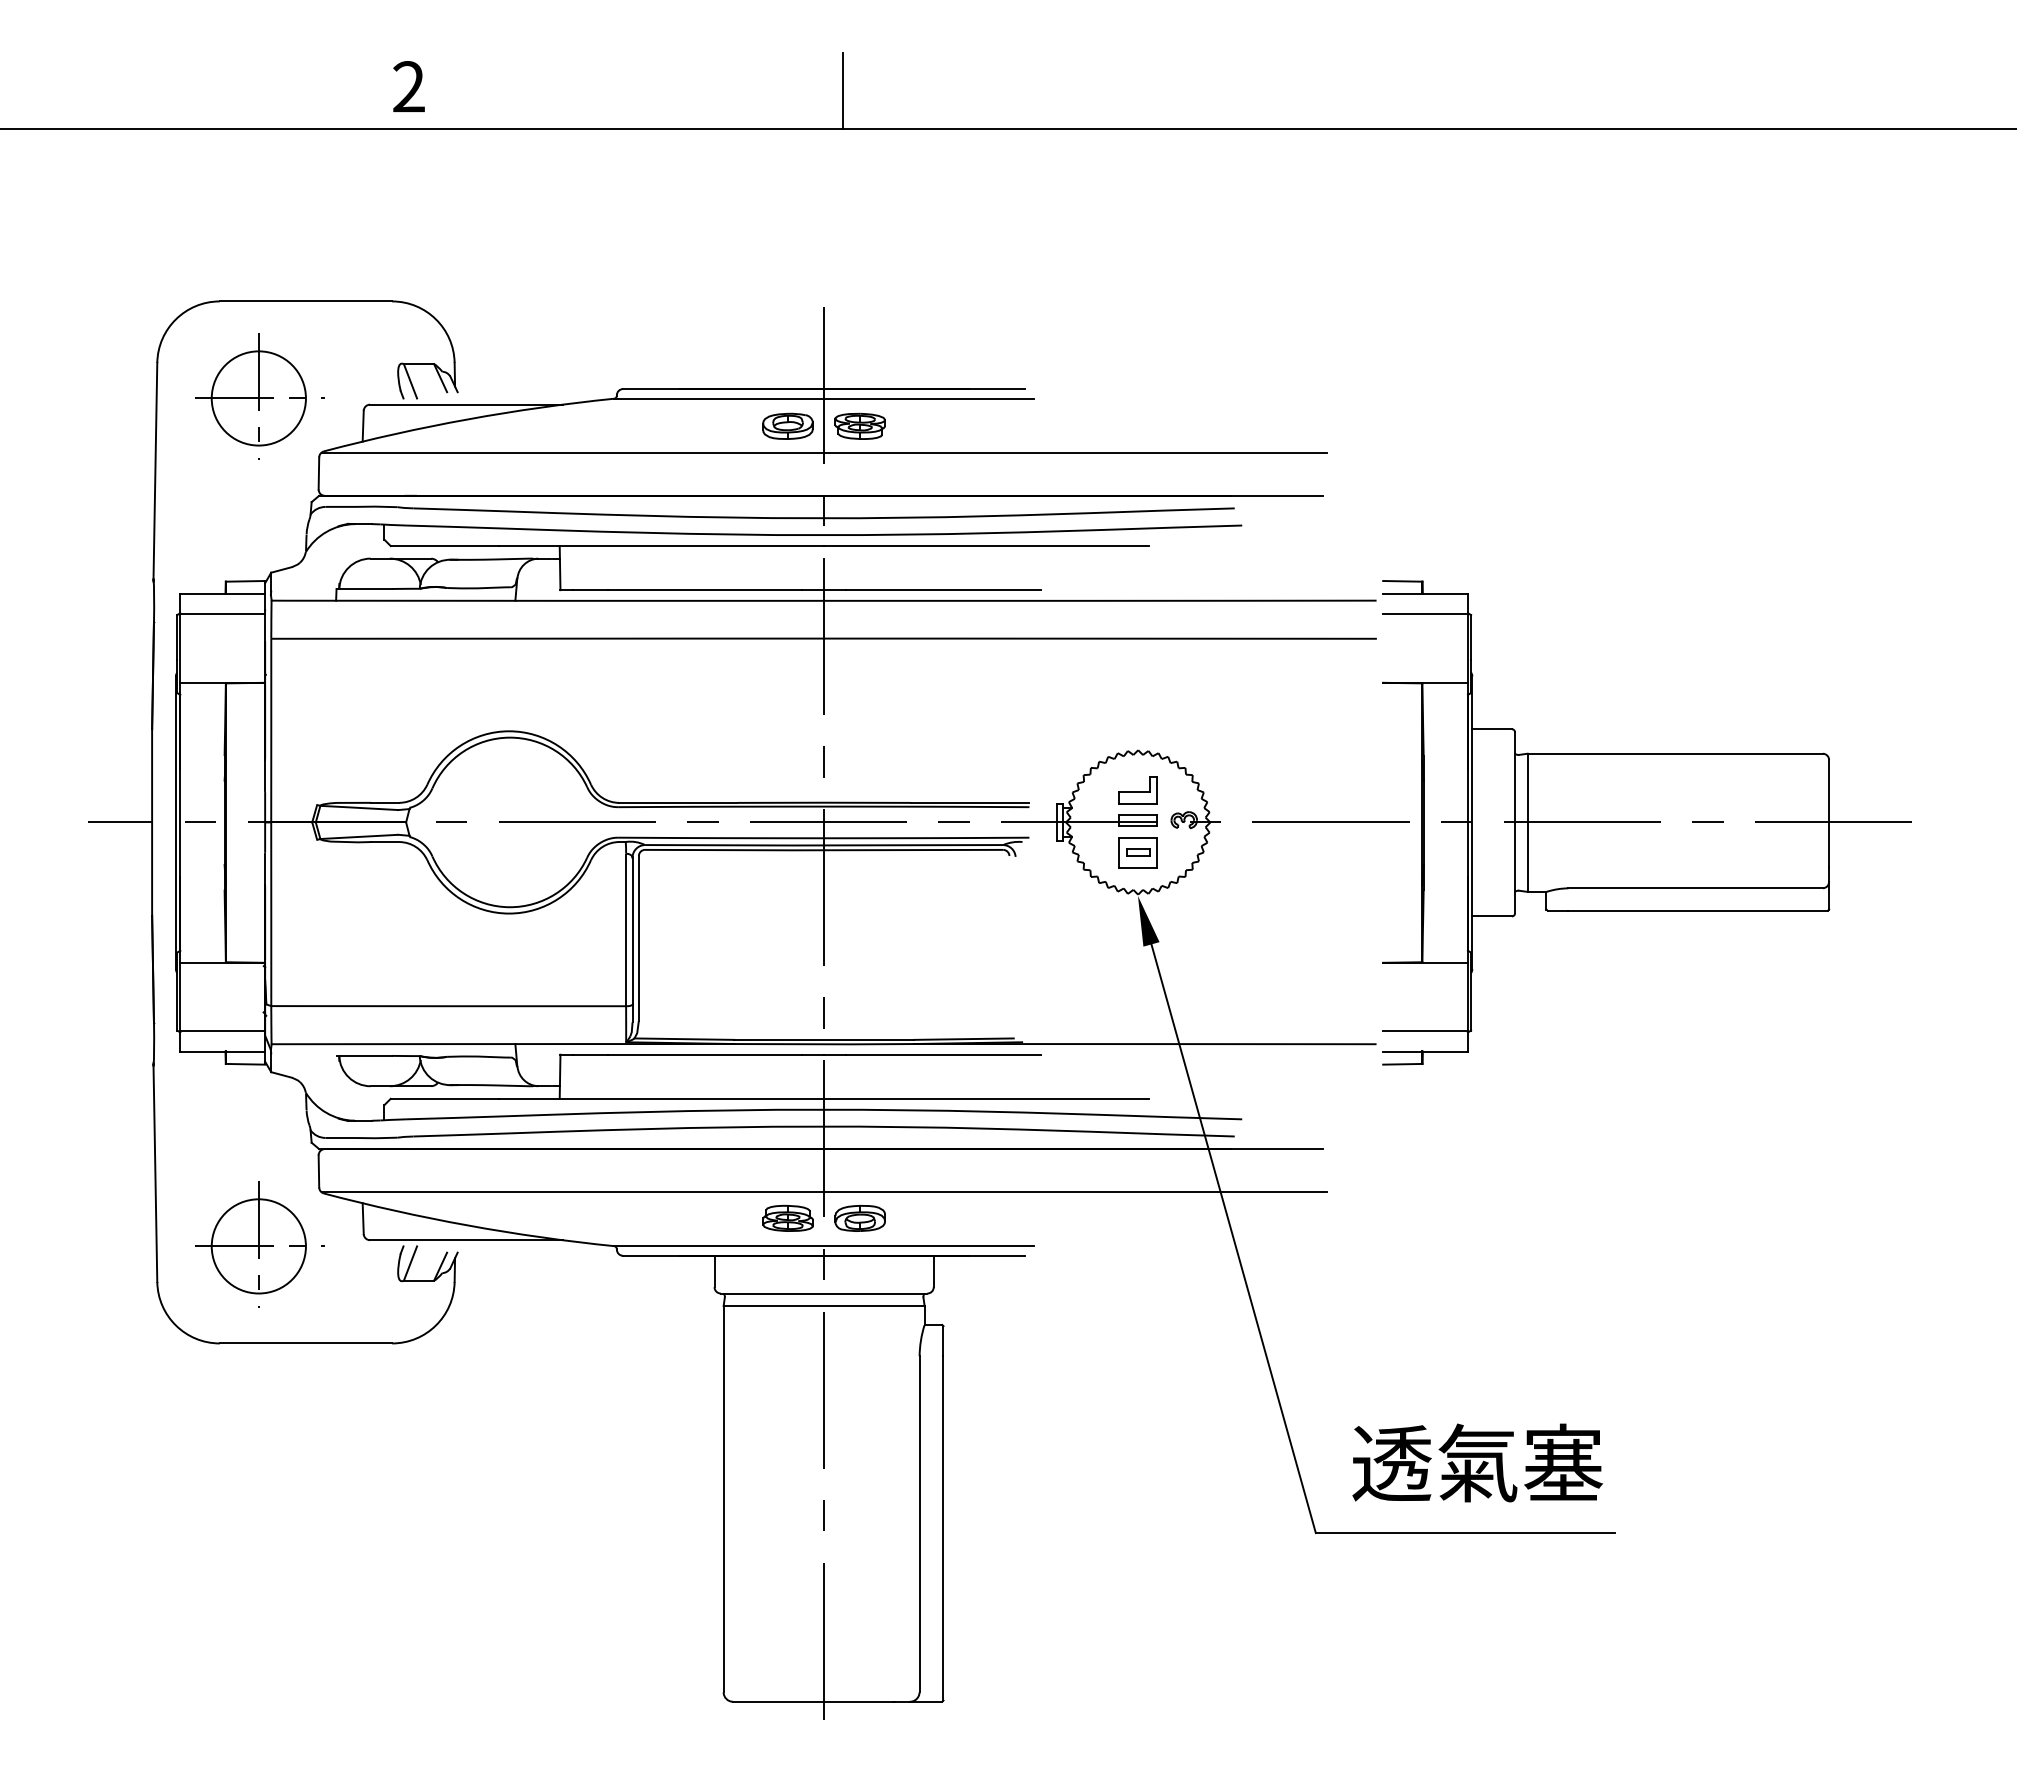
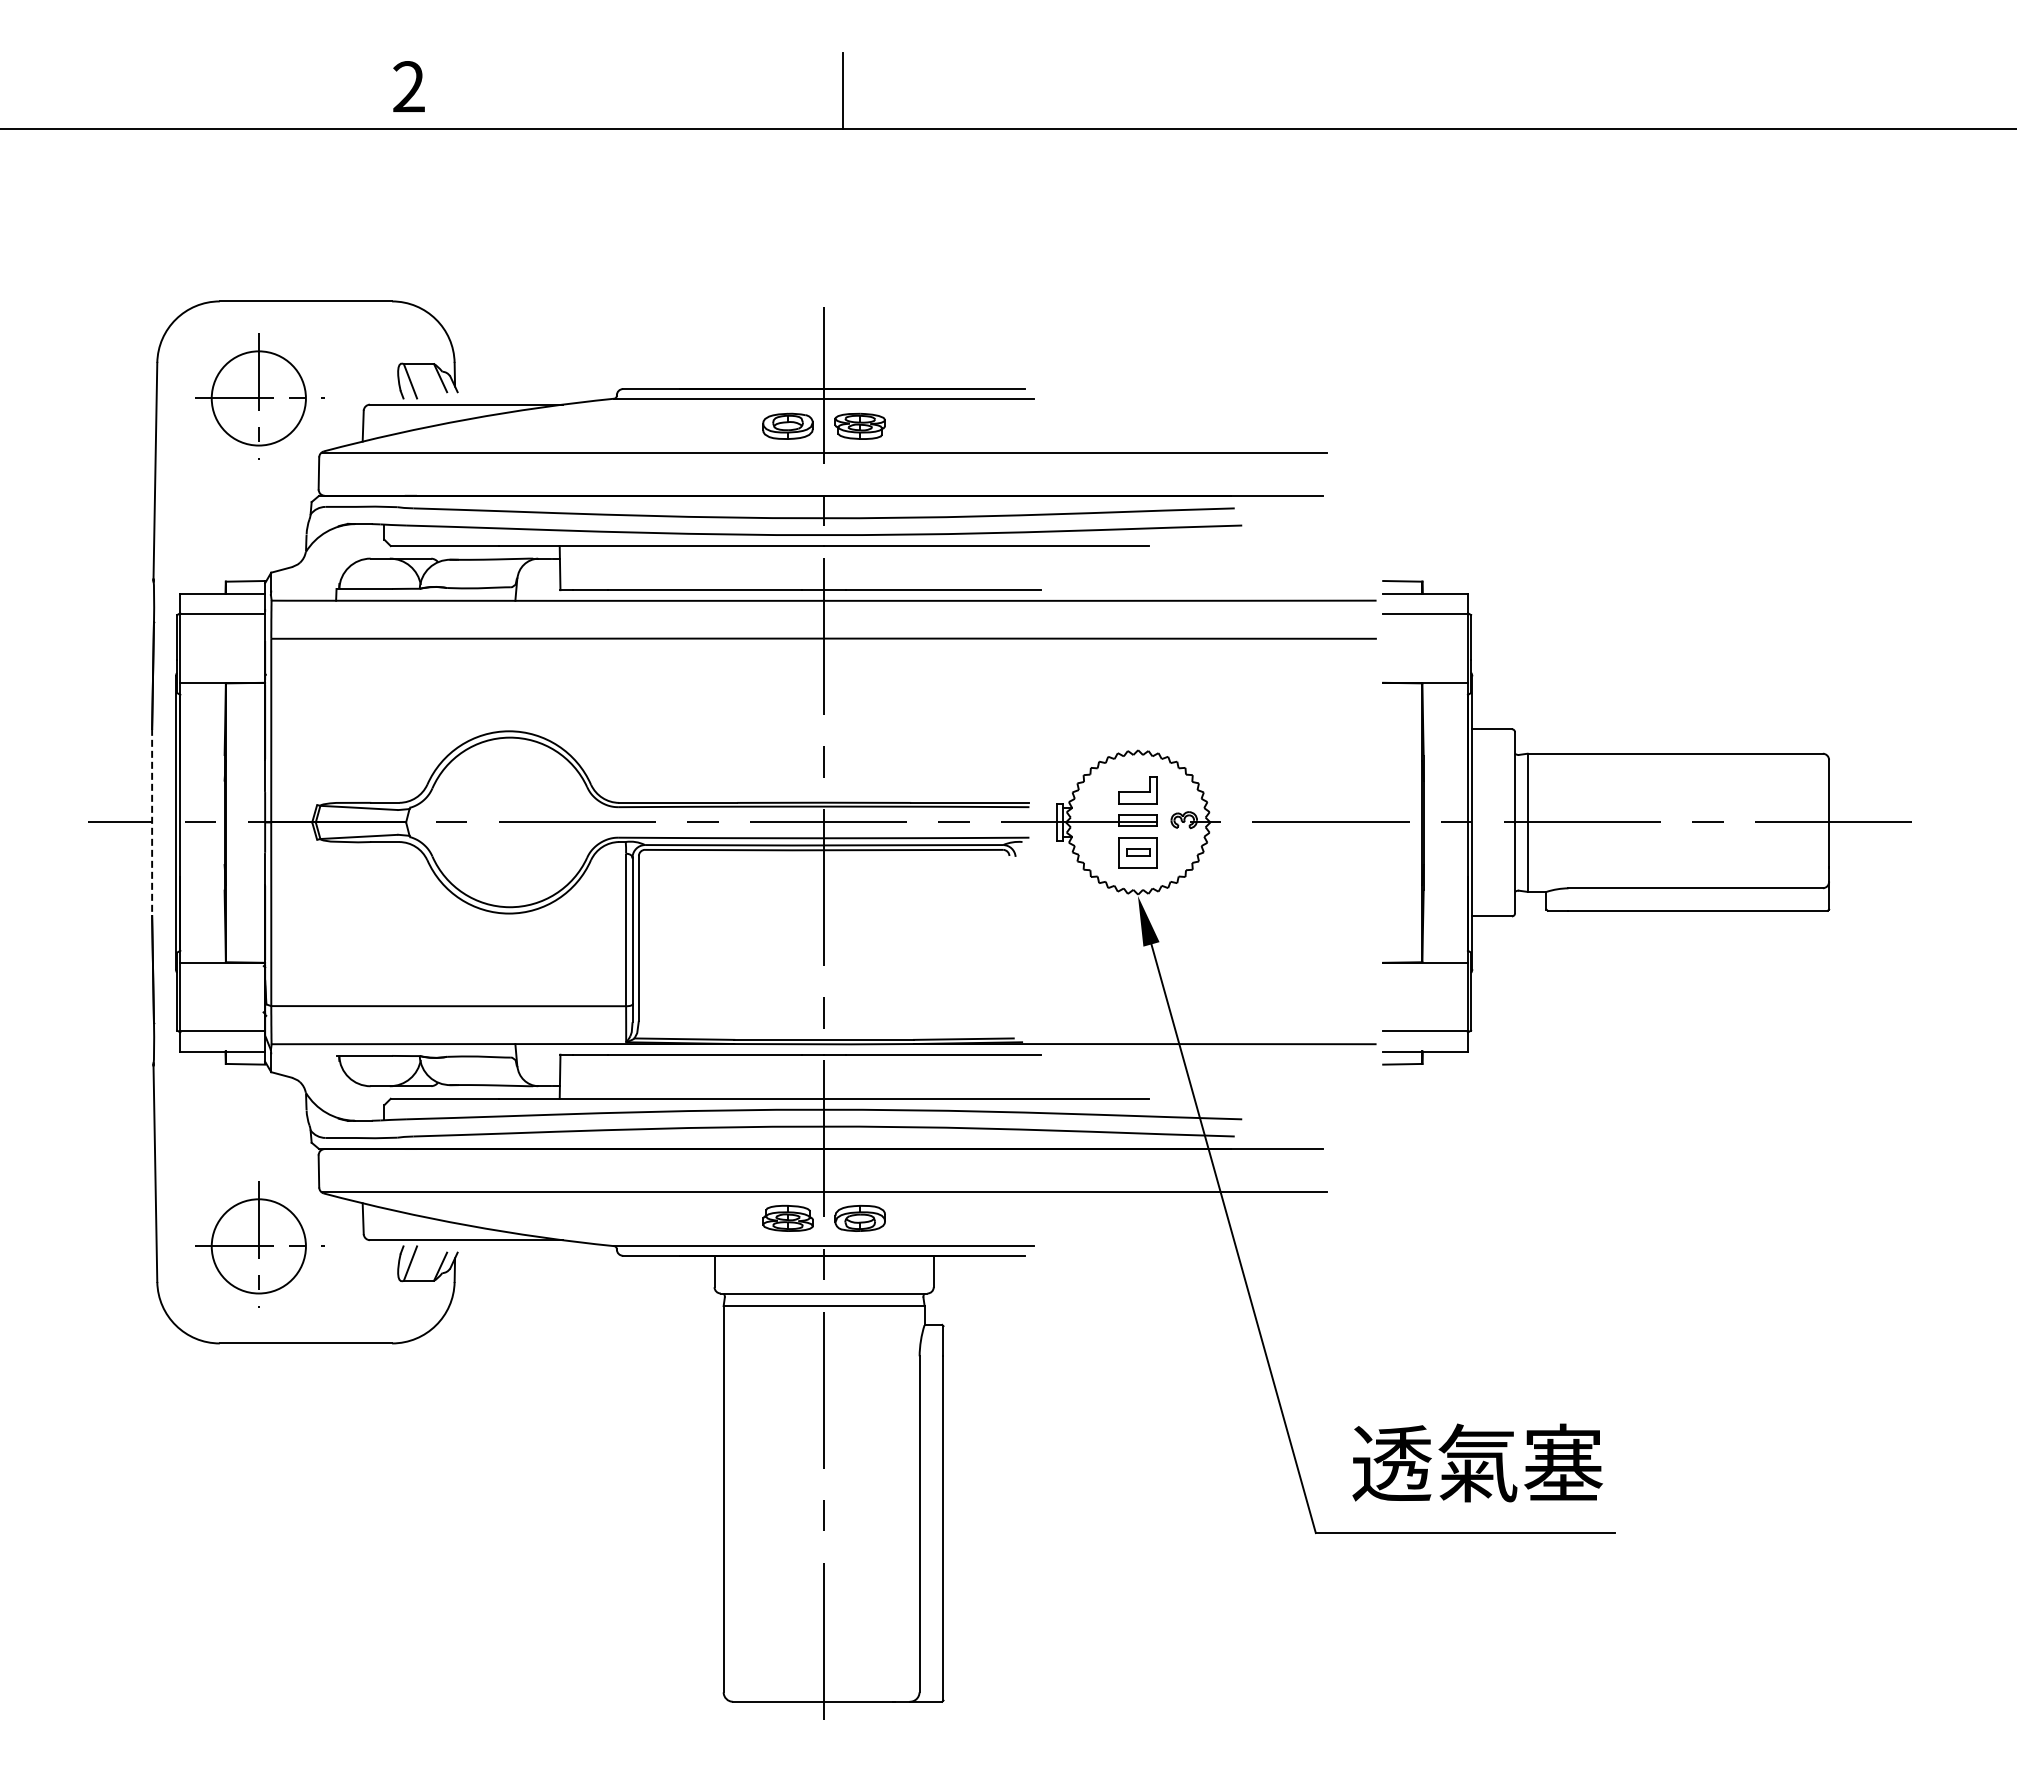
line at (152, 822): solid -> dashed
